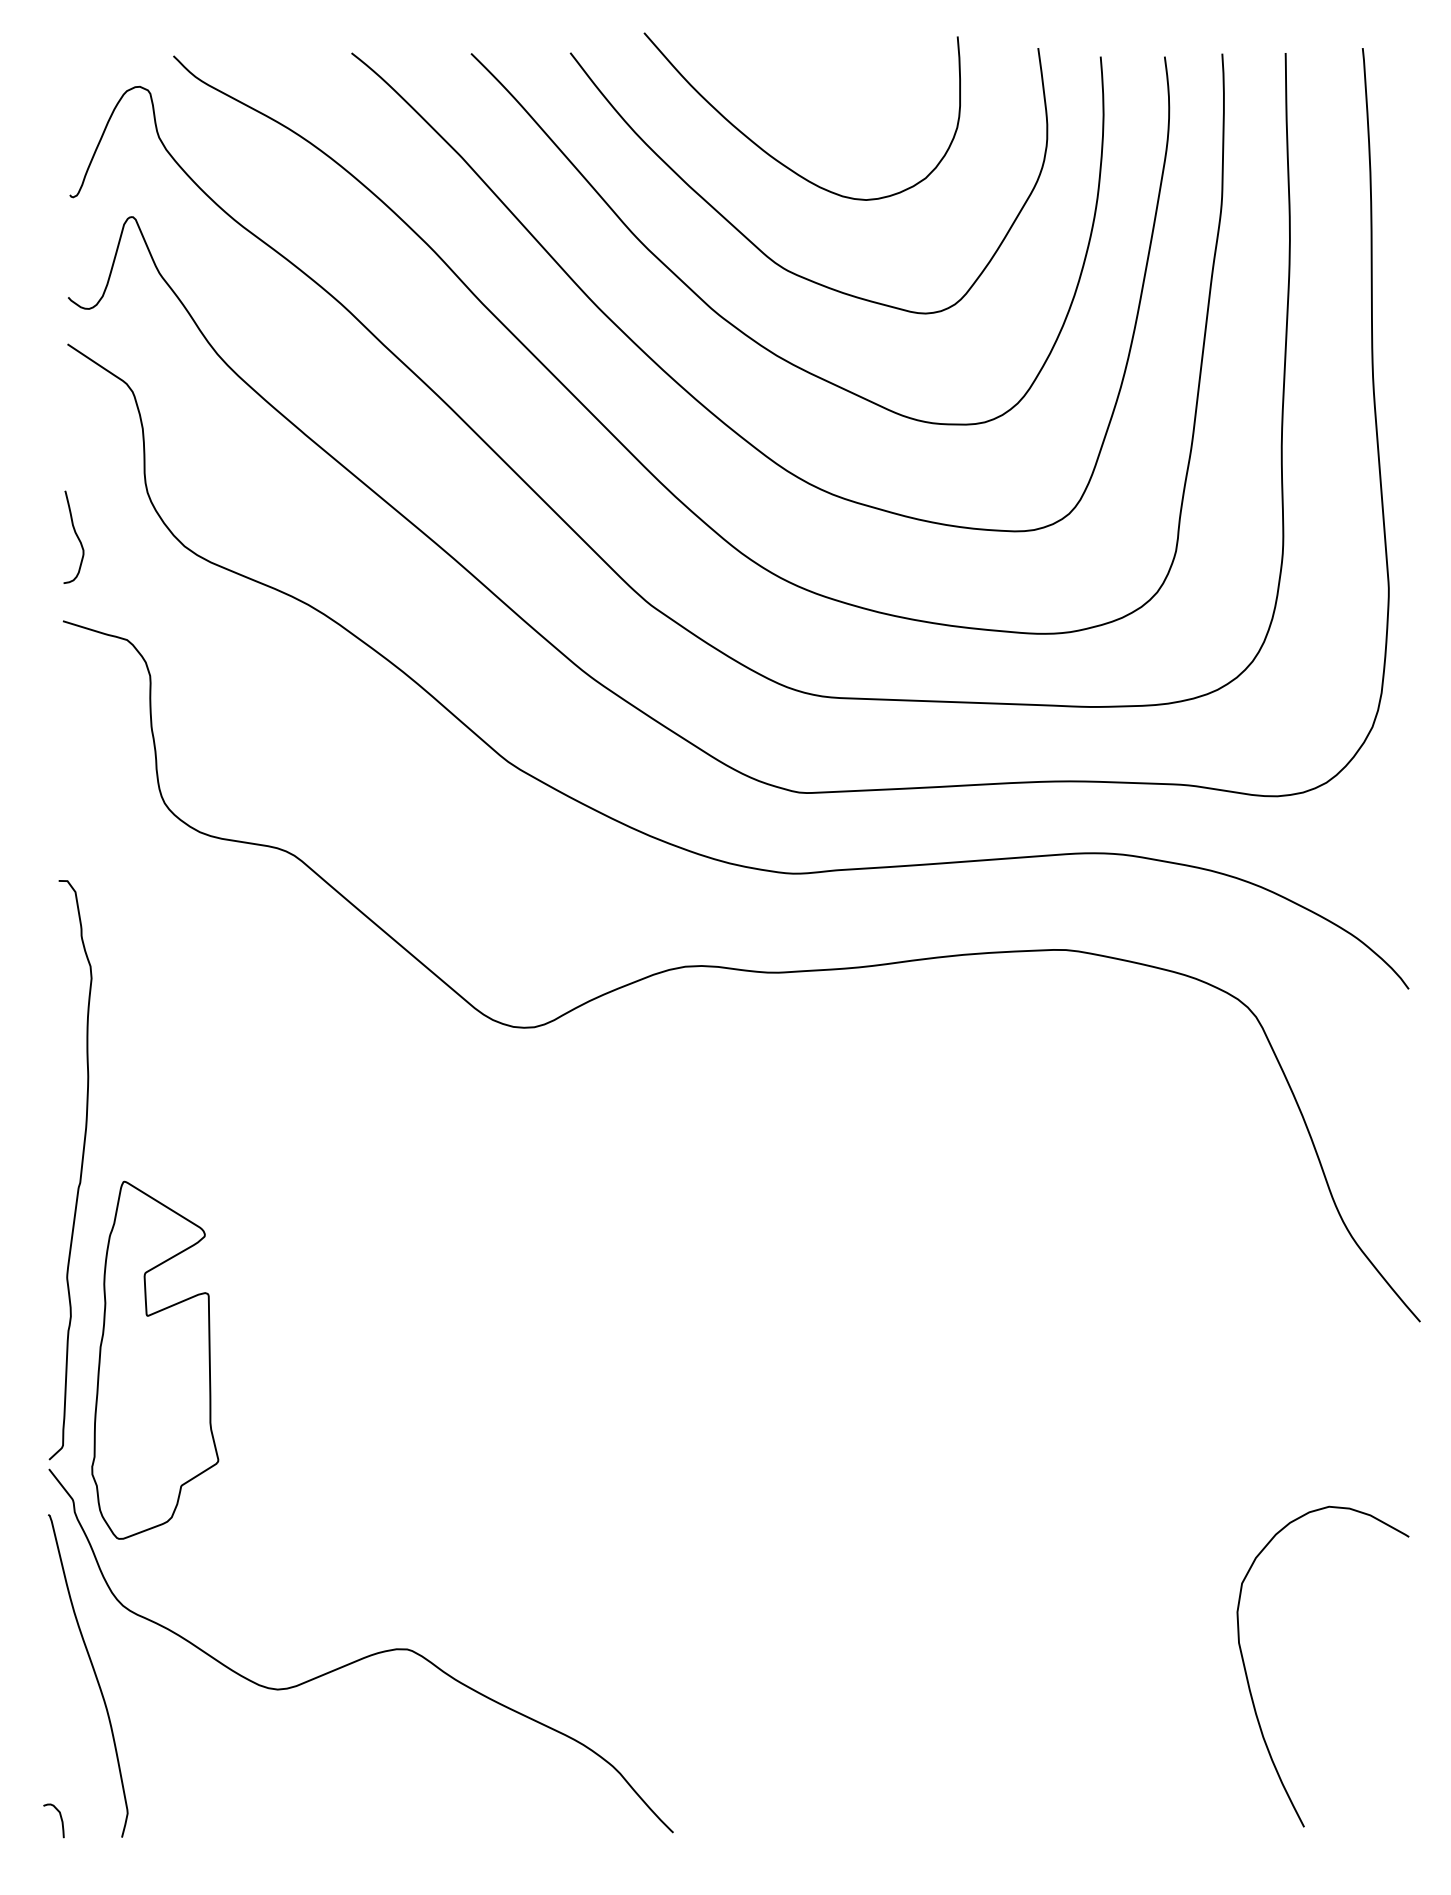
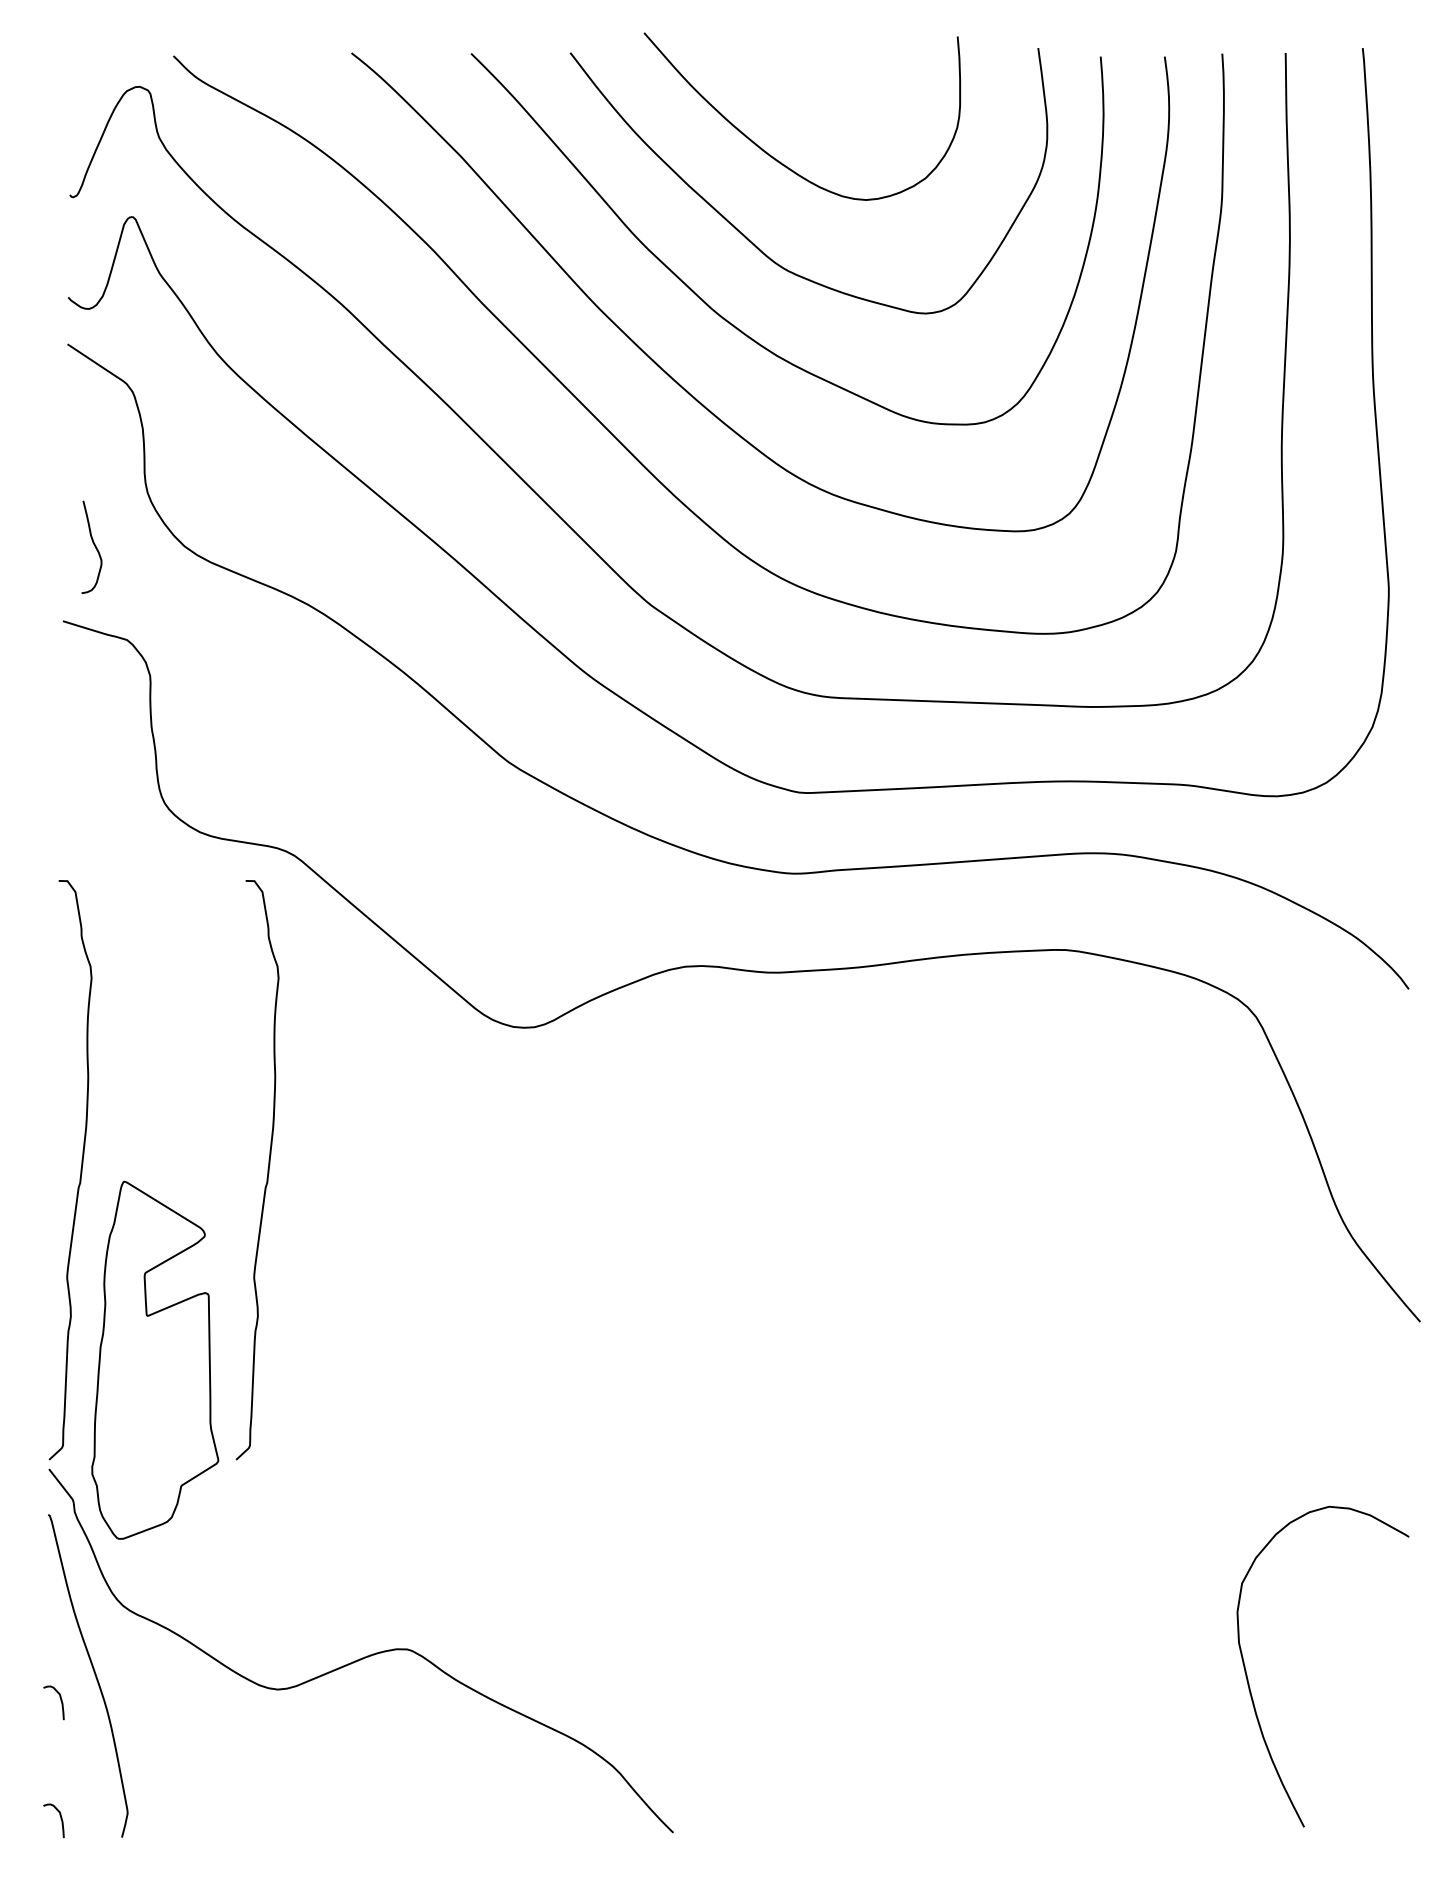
curve at (75, 534) position: (75, 534) -> (93, 544)
curve at (267, 1170): none -> present
curve at (60, 1701): none -> present
